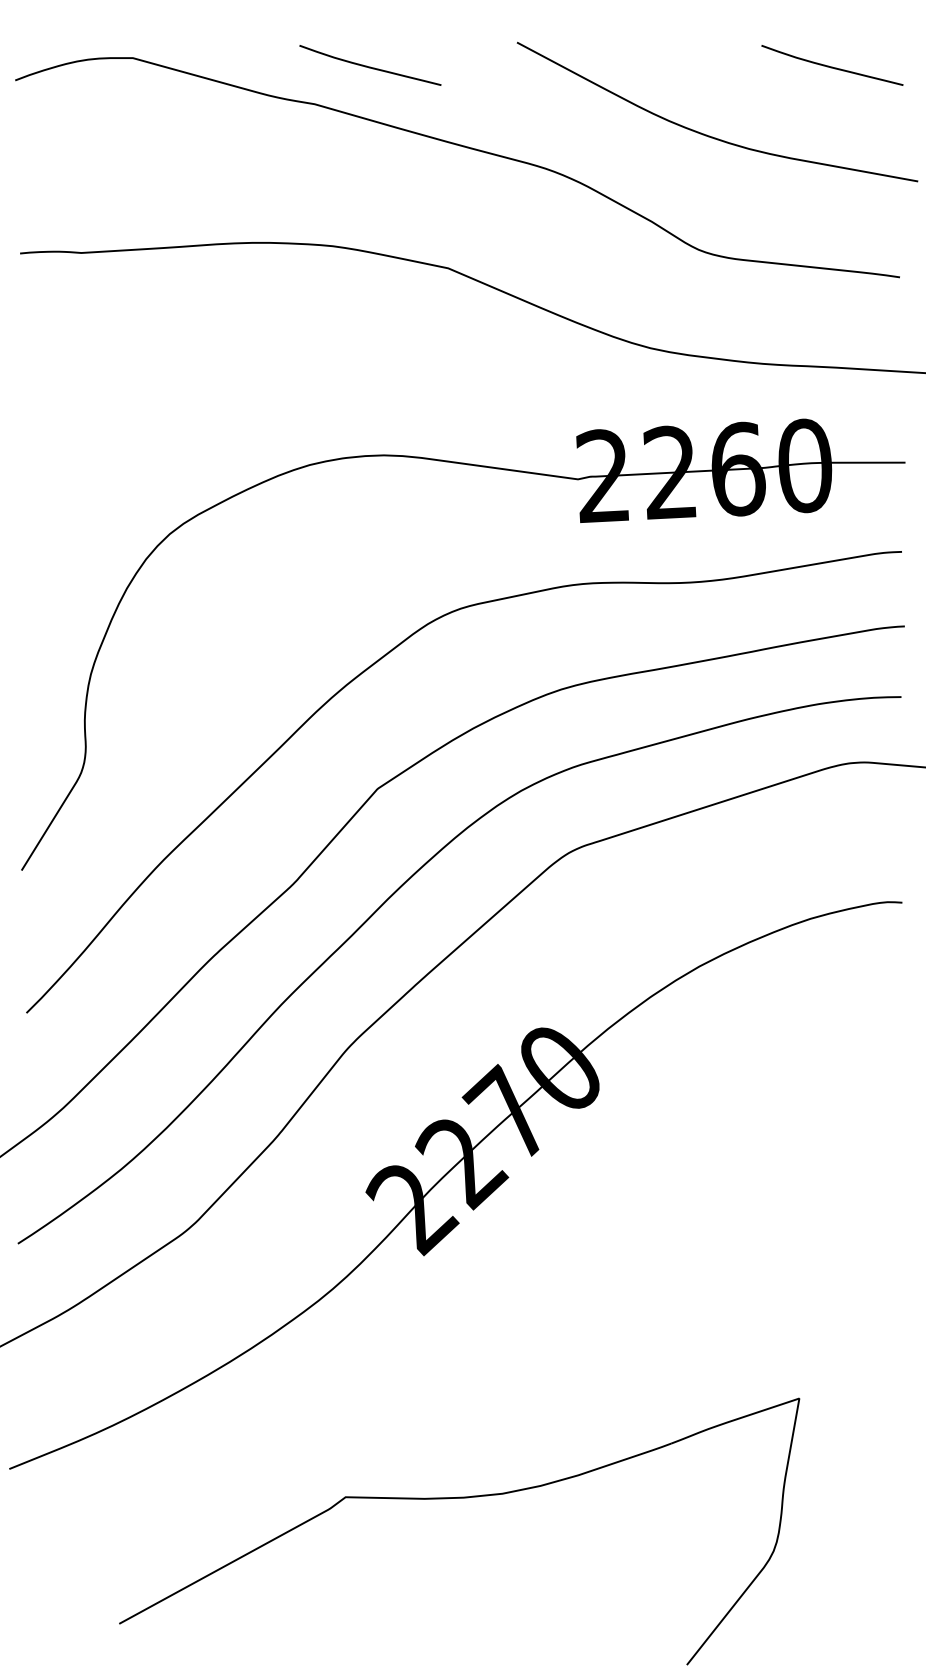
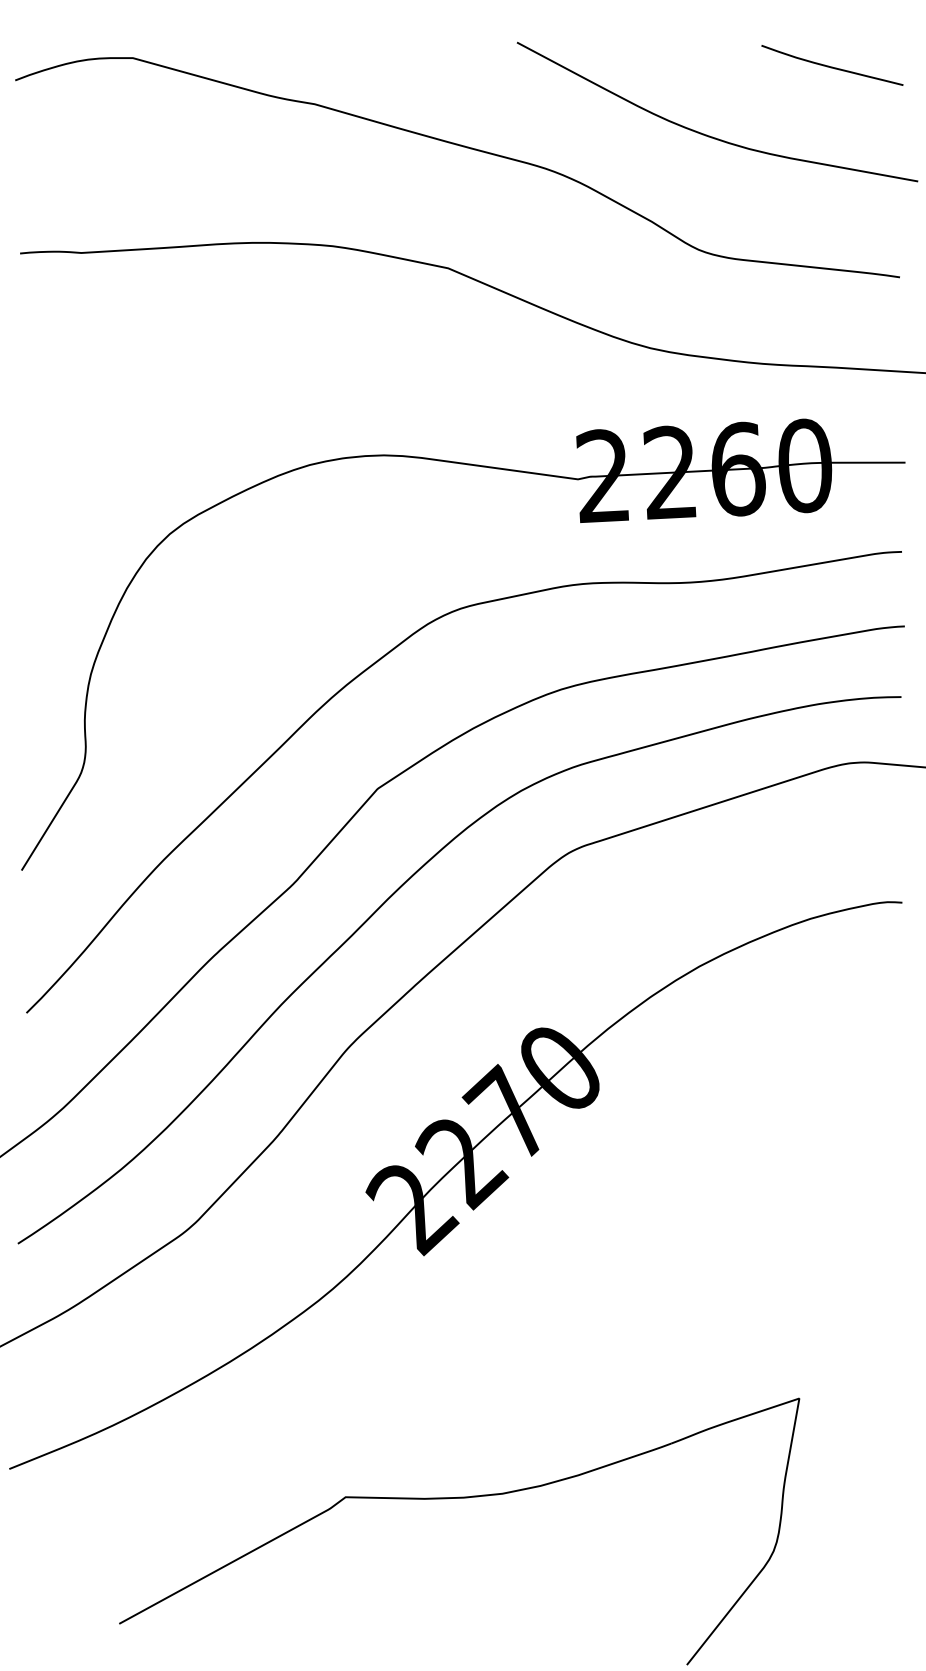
curve at (370, 66): present -> none
